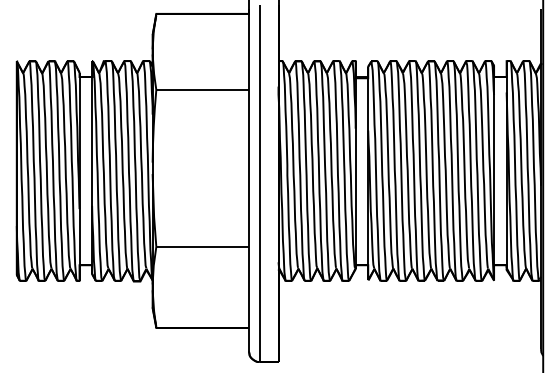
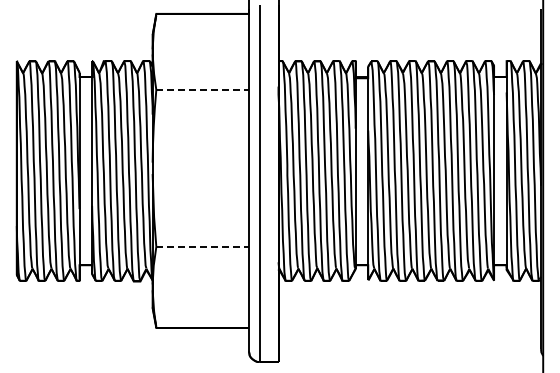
line at (203, 89): solid -> dashed
line at (203, 246): solid -> dashed
